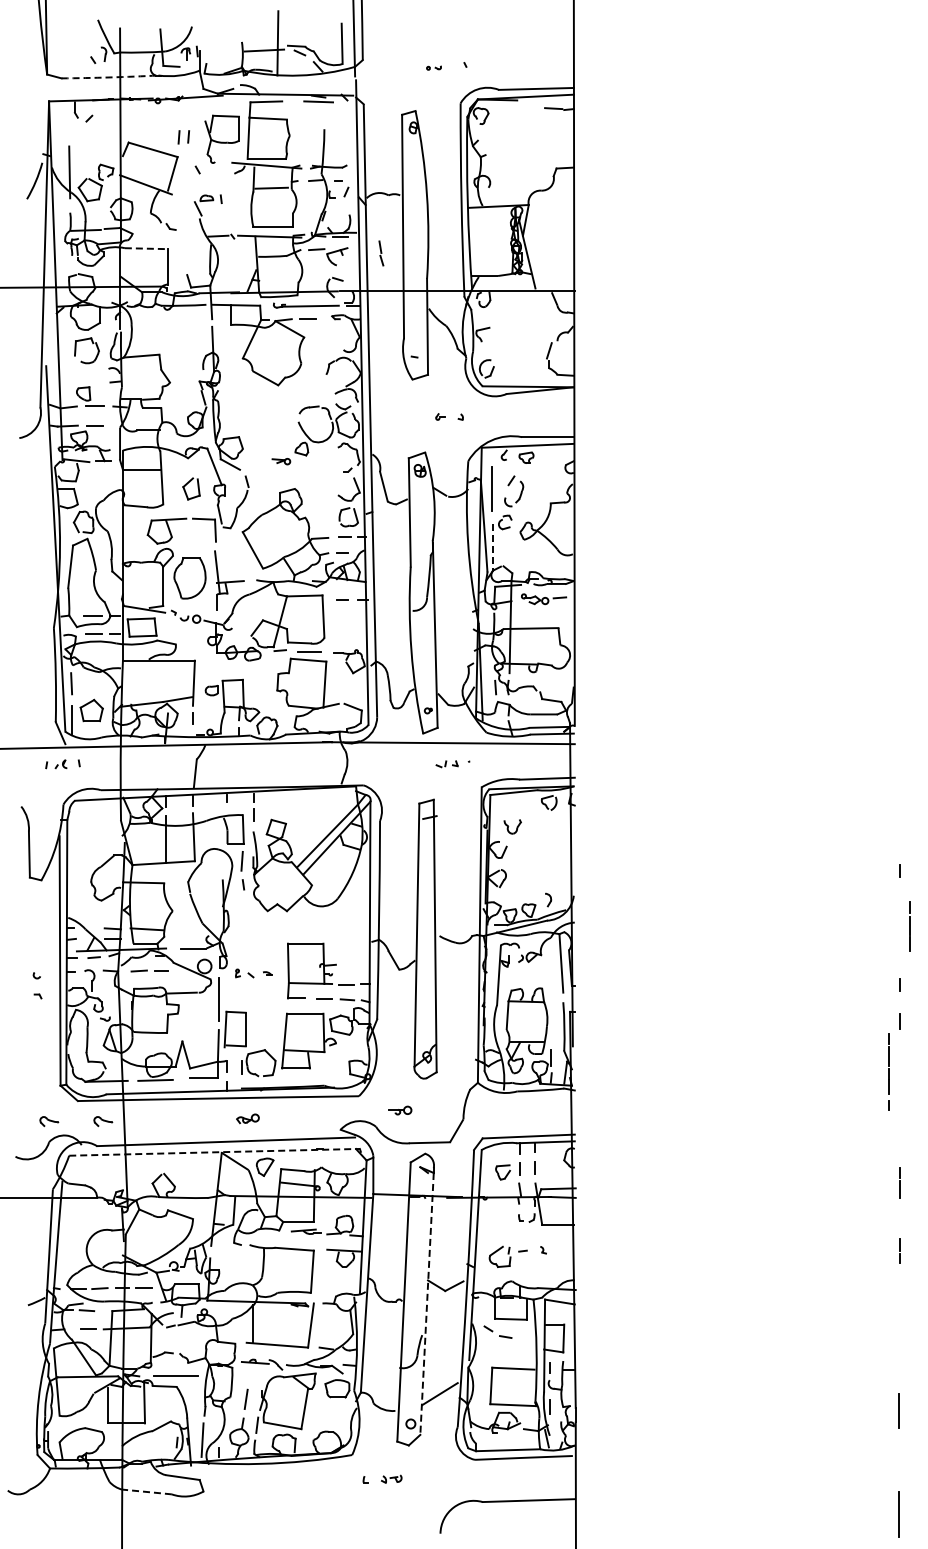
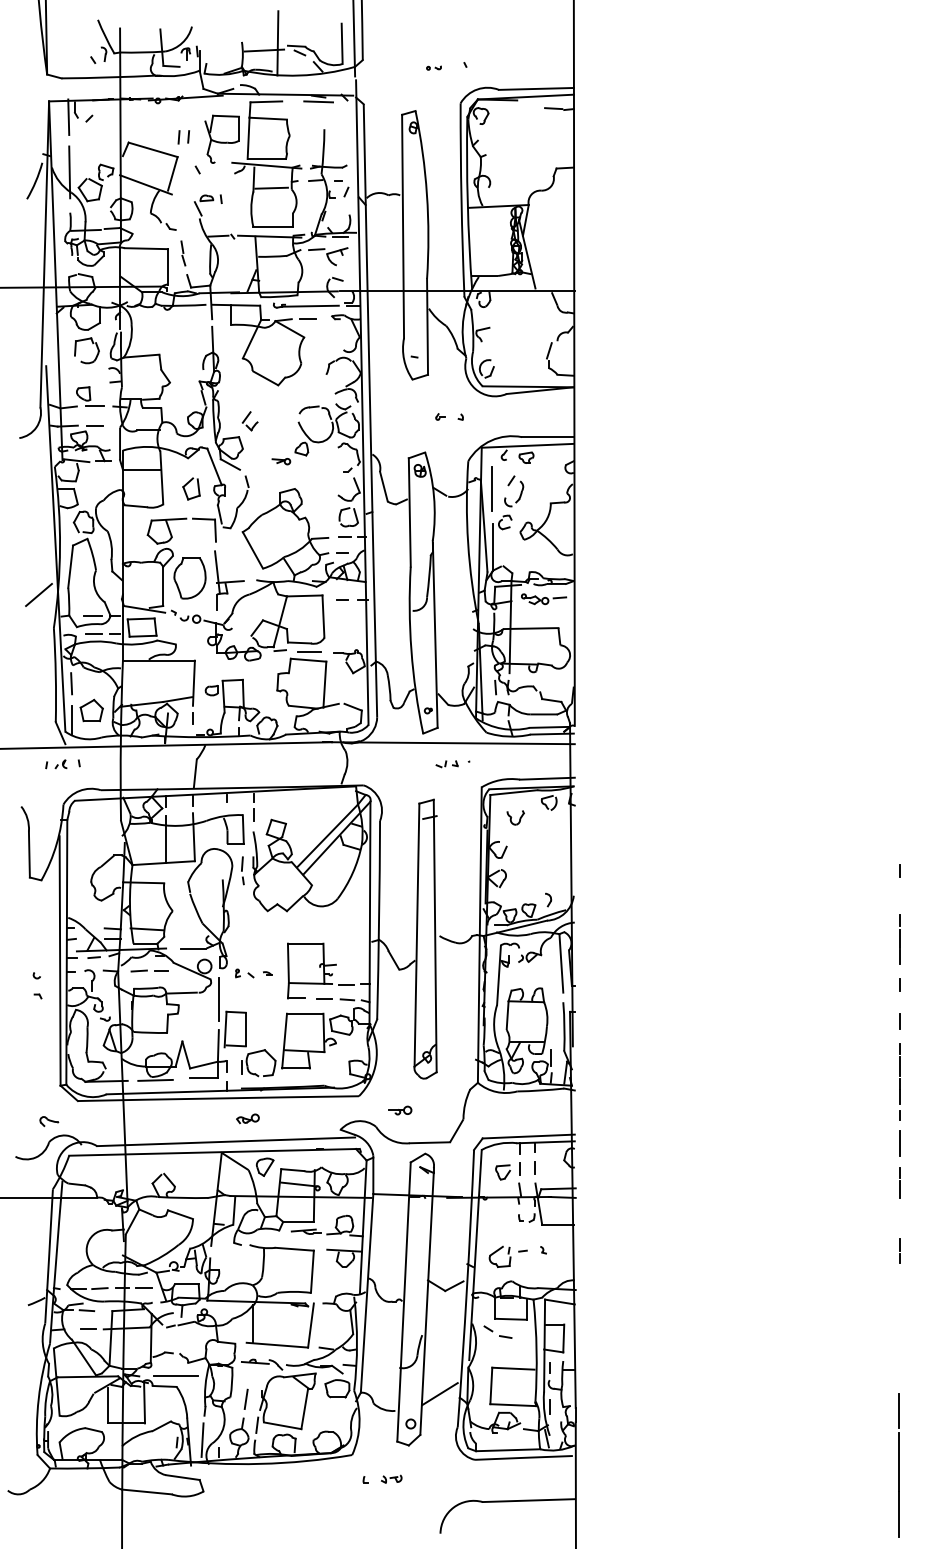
arc at (110, 77): dashed -> solid
line at (68, 116): none -> present
line at (146, 248): dashed -> solid
part at (381, 253) position: (381, 253) -> (183, 253)
part at (249, 421): none -> present
line at (493, 548): dashed -> solid
line at (38, 594): none -> present
part at (512, 826) position: (512, 826) -> (515, 817)
part at (242, 870) size: 6x40 px -> 4x30 px
line at (909, 926) position: (909, 926) -> (899, 939)
line at (888, 1071) position: (888, 1071) -> (899, 1081)
part at (103, 1121): present -> none
line at (900, 1142): none -> present
line at (213, 1152): dashed -> solid
line at (427, 1304): dashed -> solid
line at (899, 1461): none -> present
line at (146, 1491): dashed -> solid
